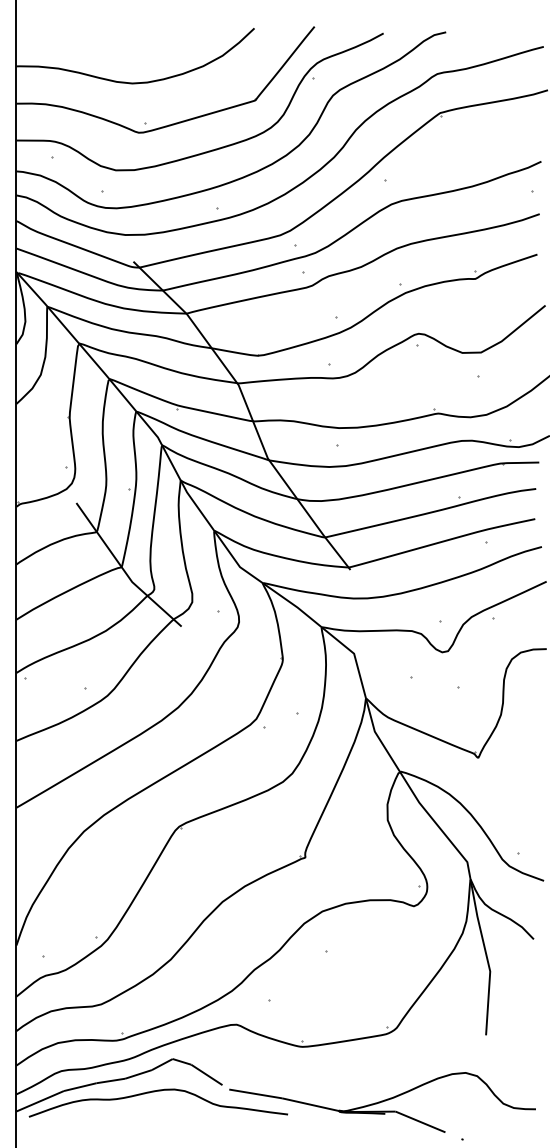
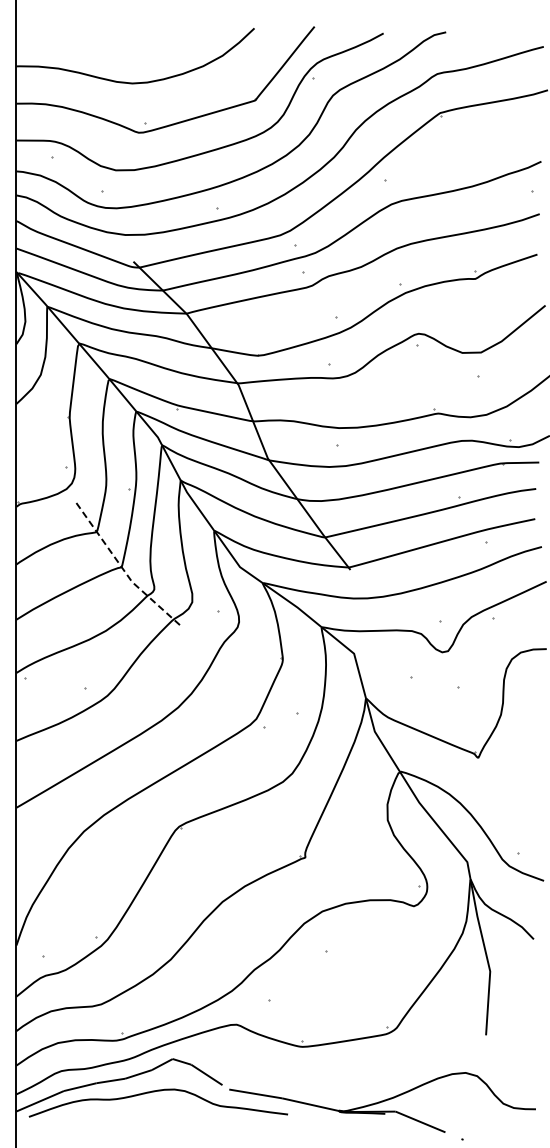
line at (124, 570): solid -> dashed
